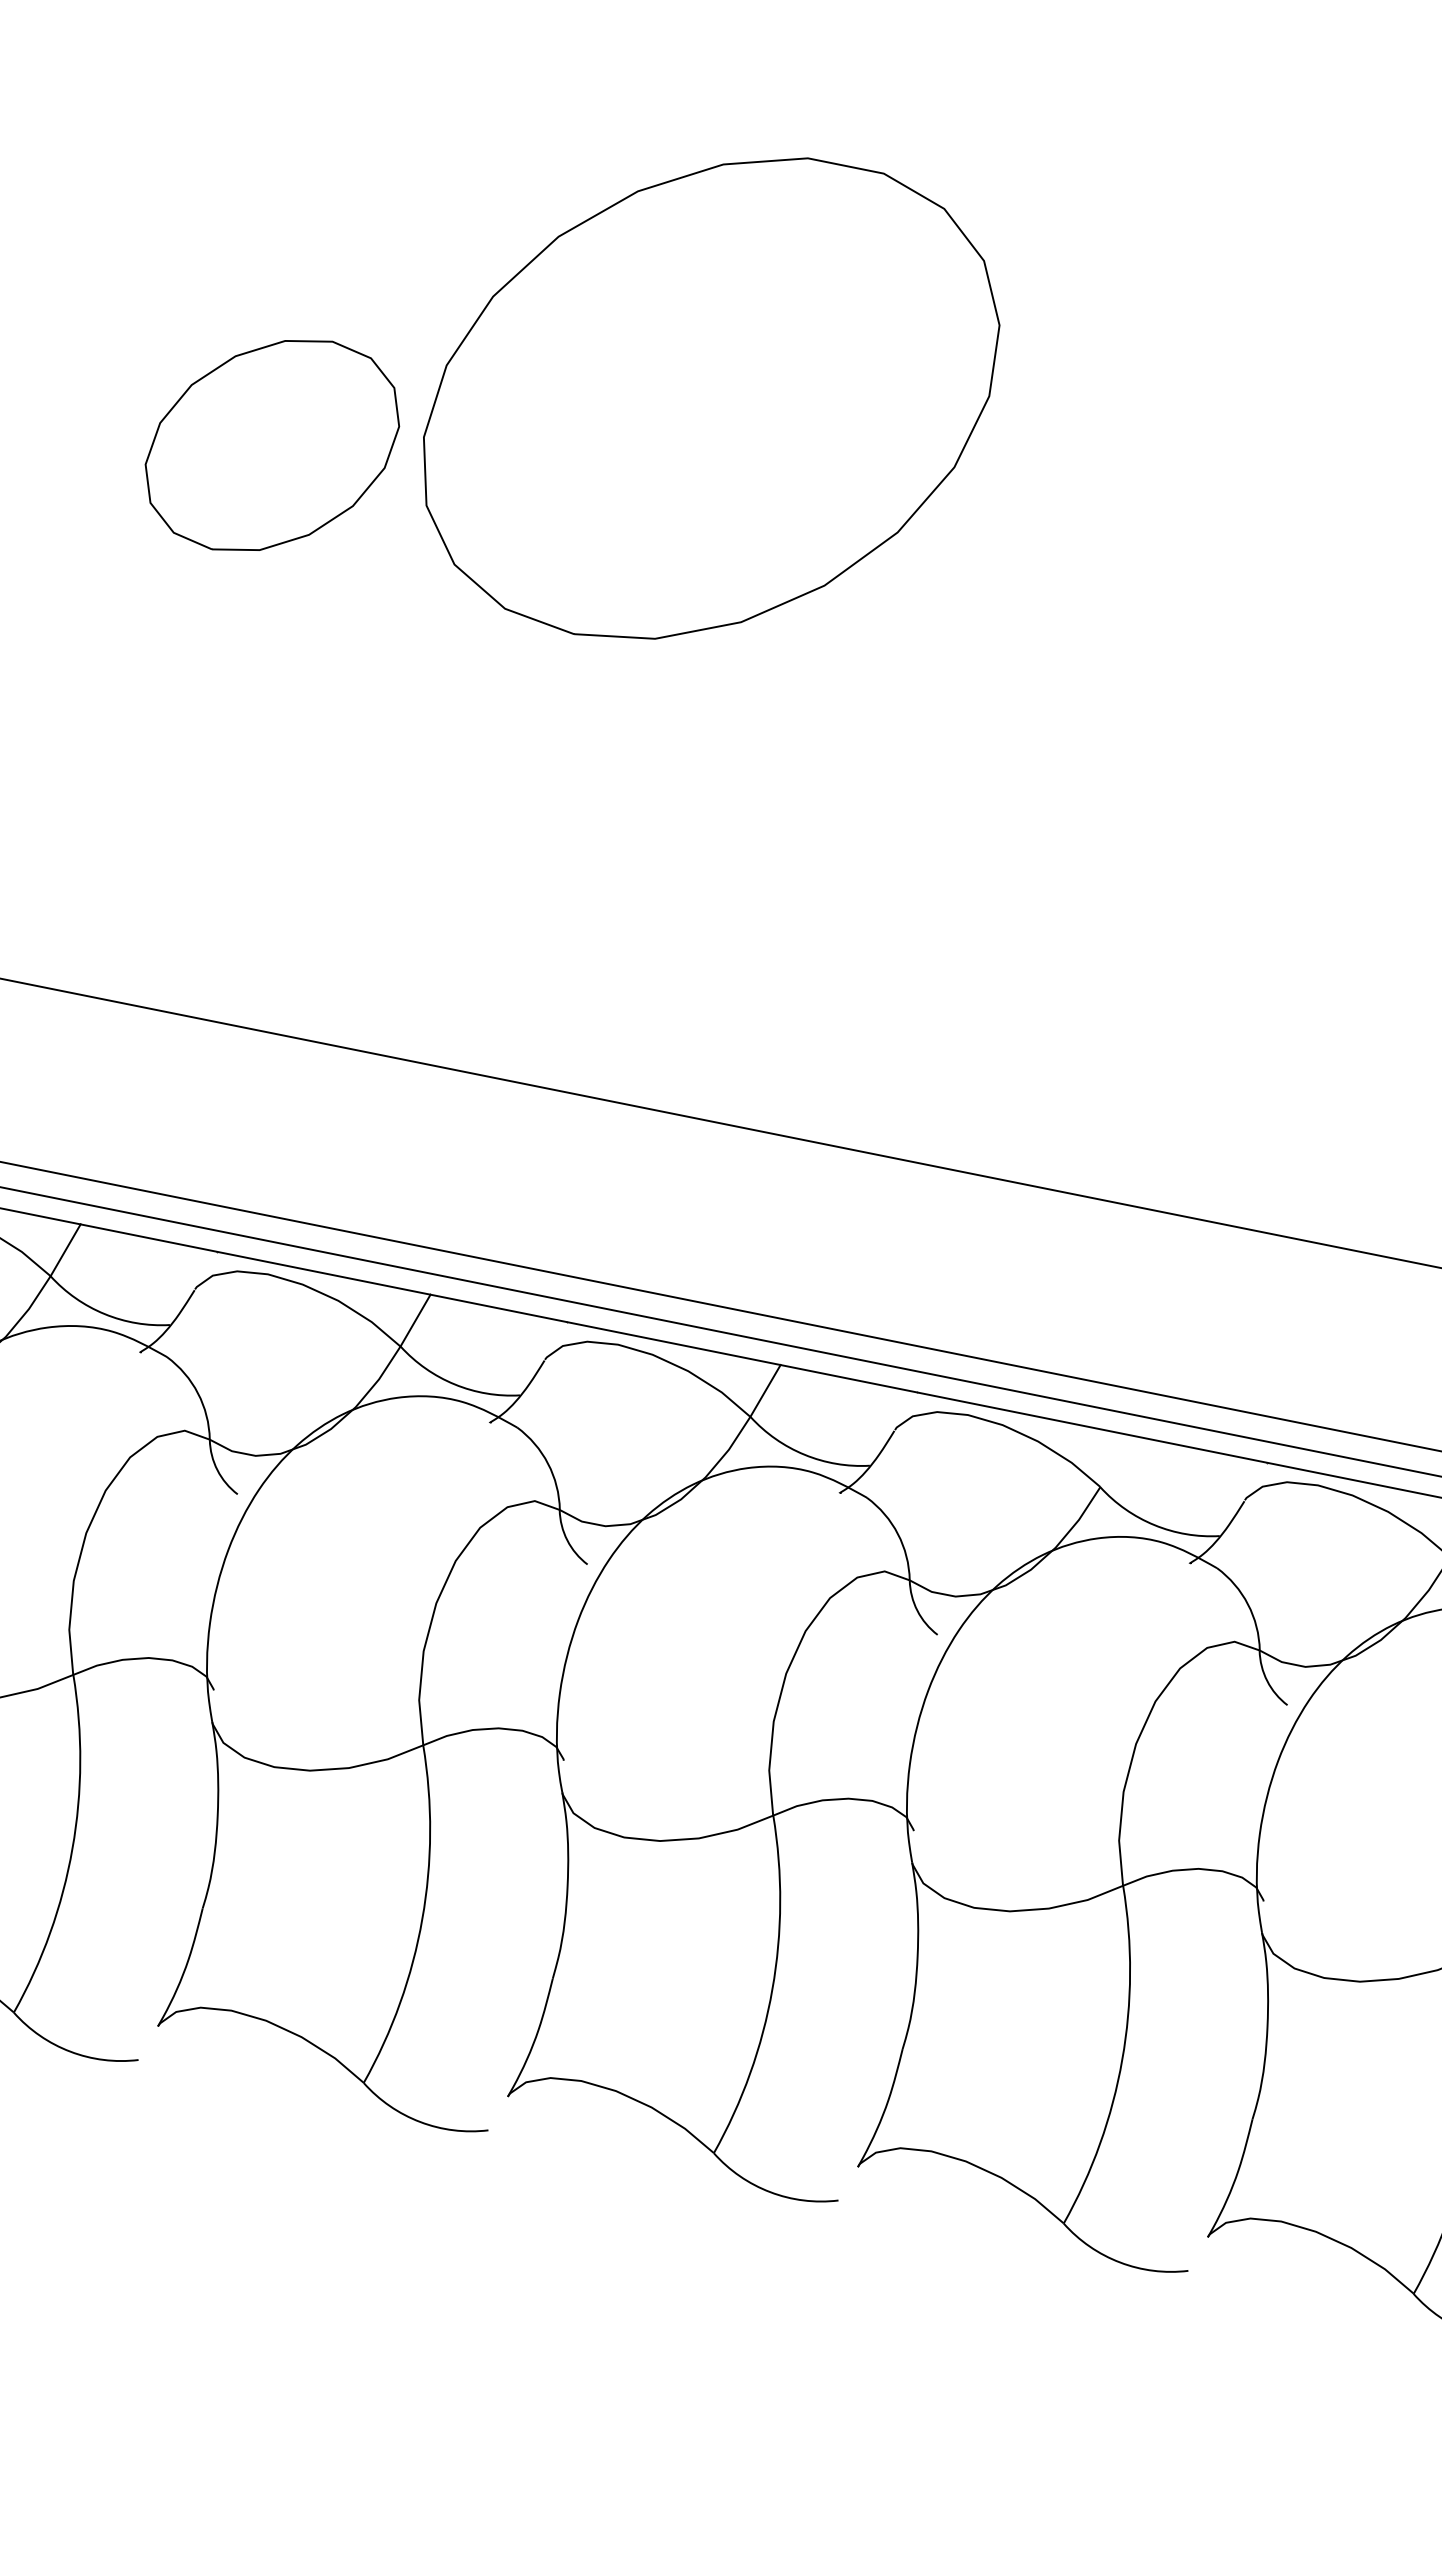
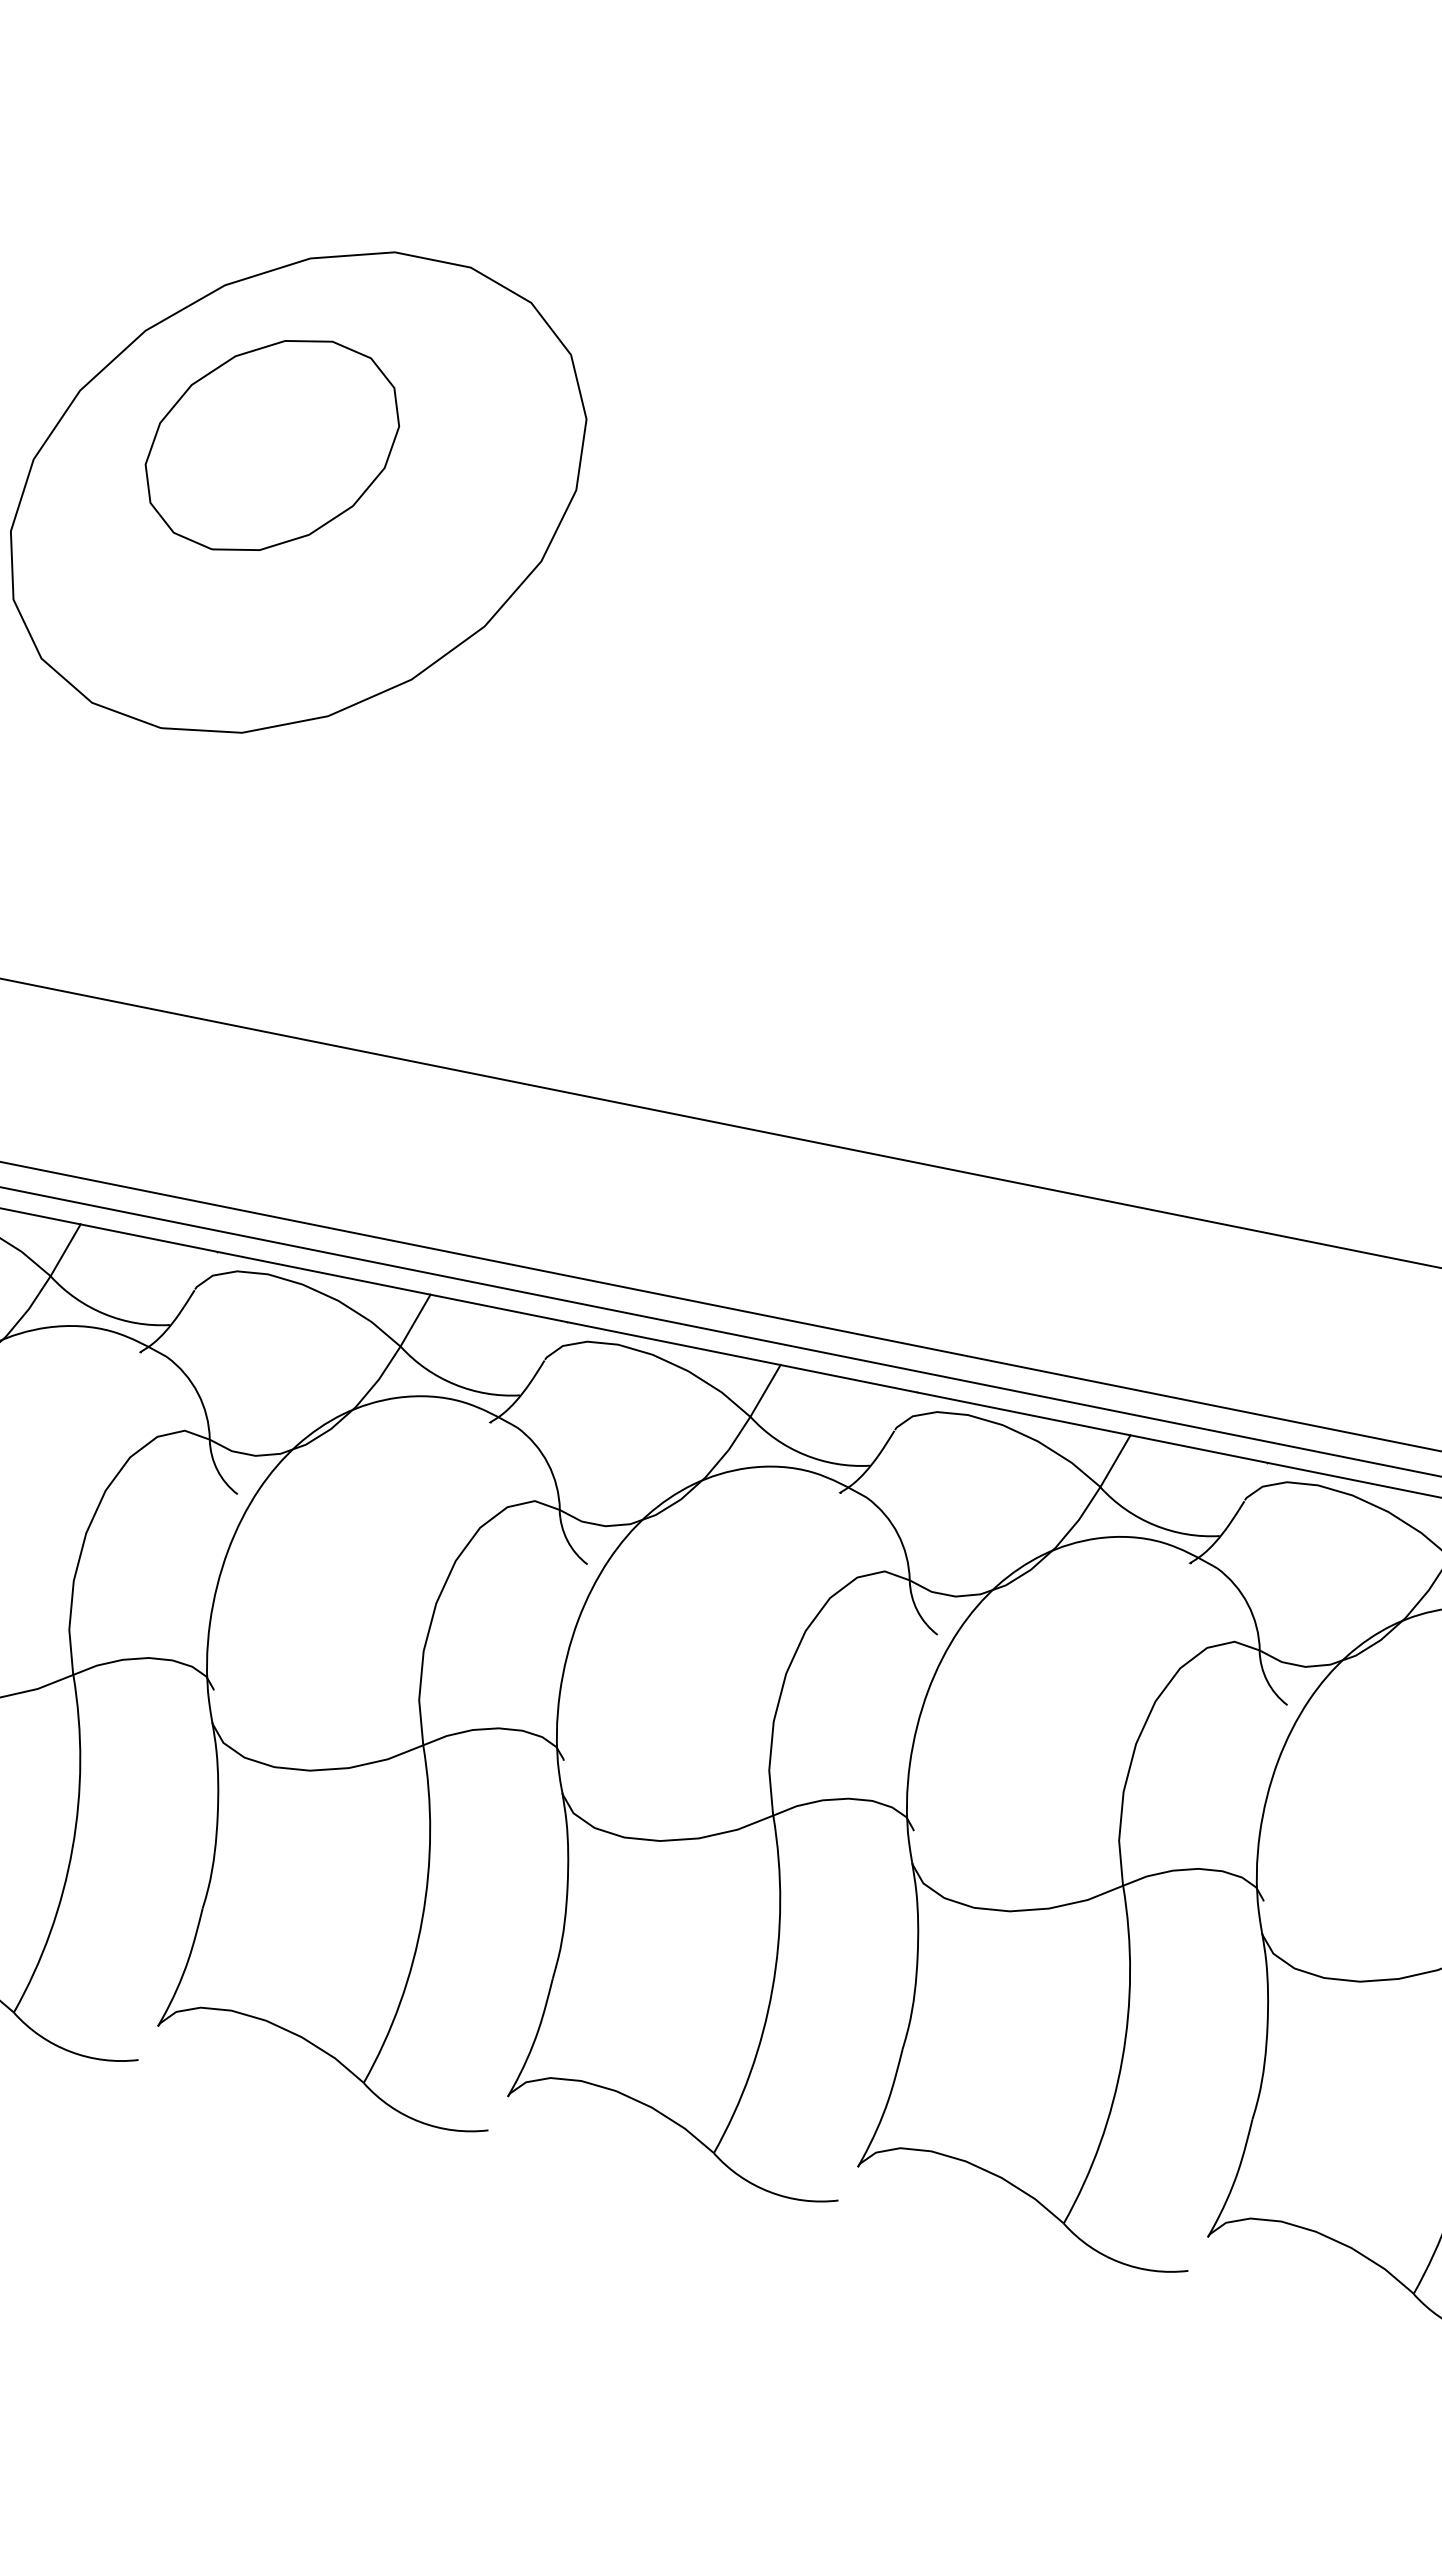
part at (711, 398) position: (711, 398) -> (298, 492)
line at (1115, 1461): none -> present
